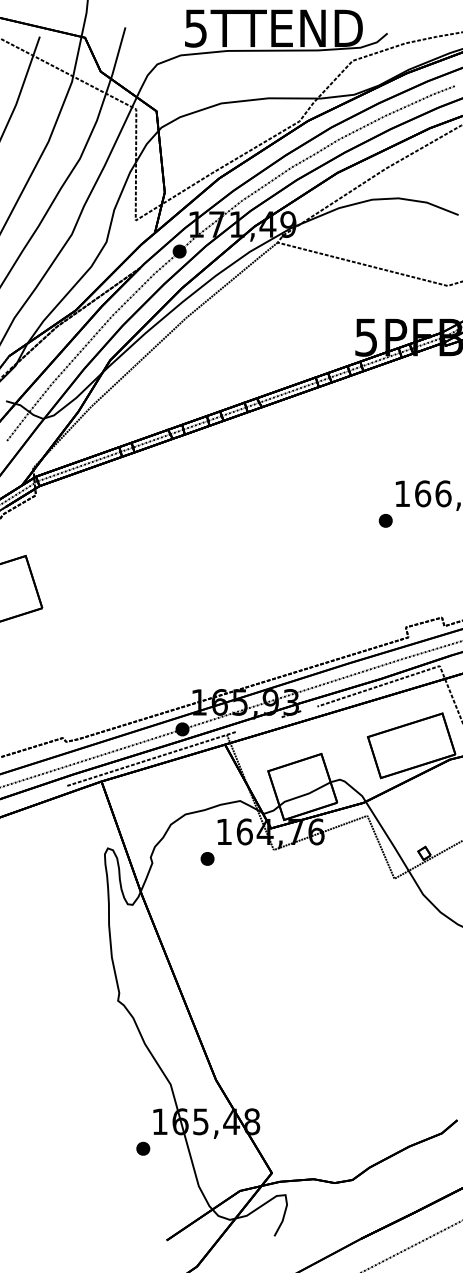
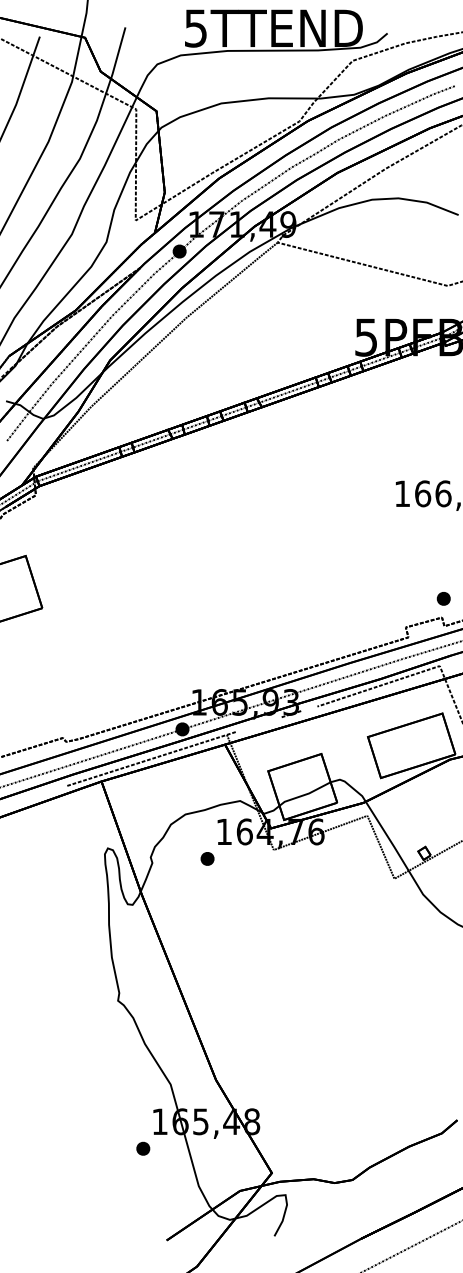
part at (385, 520) position: (385, 520) -> (443, 598)
